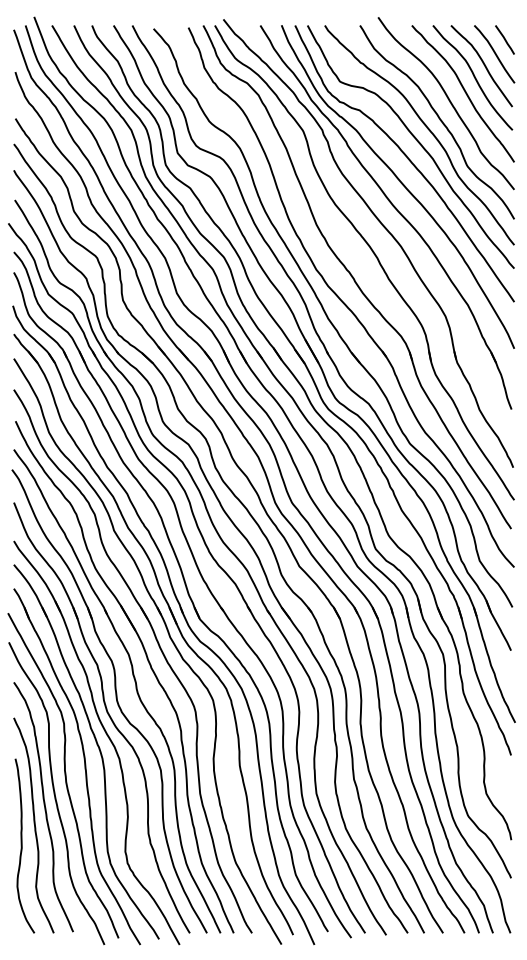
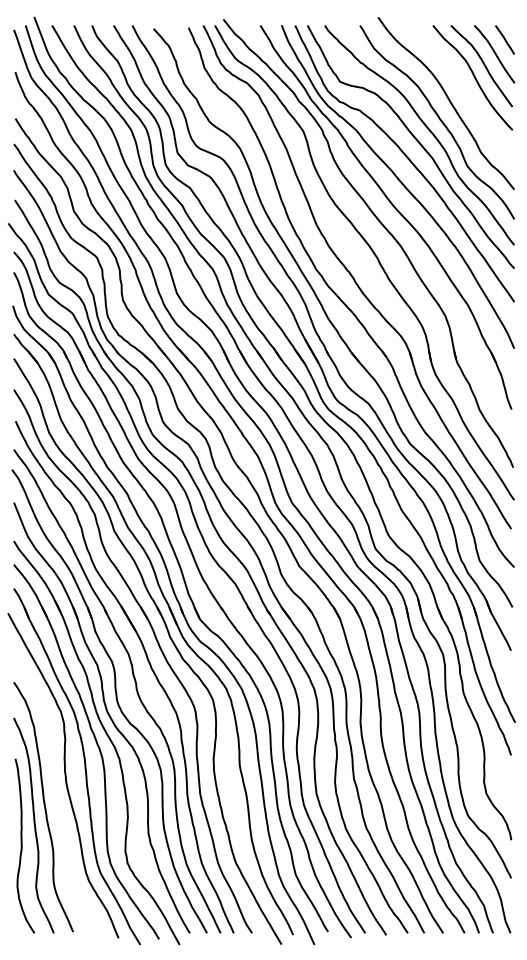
curve at (464, 92): present -> none
curve at (55, 793): present -> none
